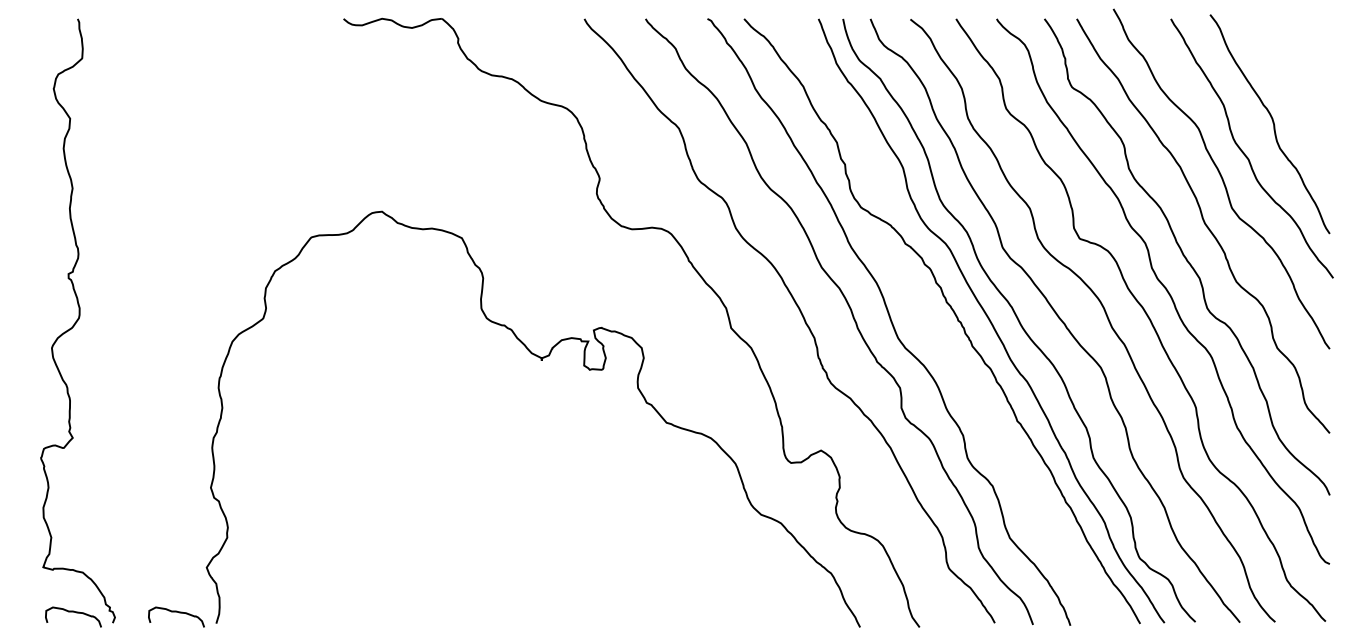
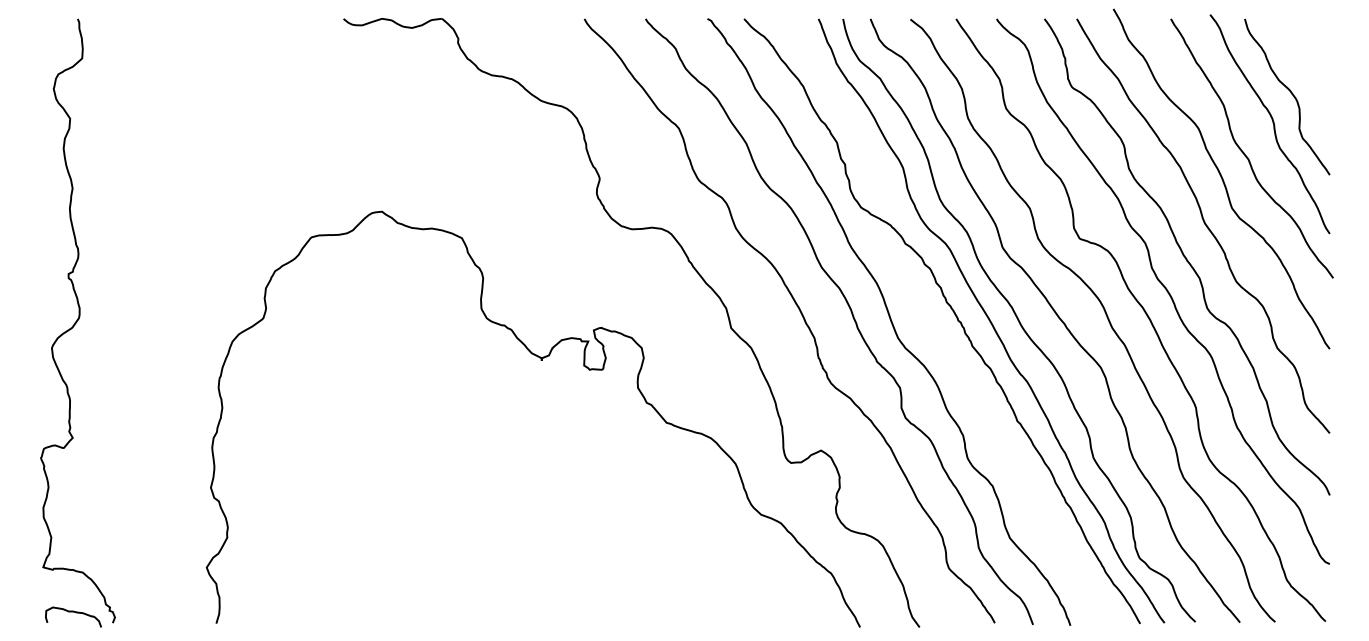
curve at (1290, 93): none -> present
curve at (176, 612): present -> none
